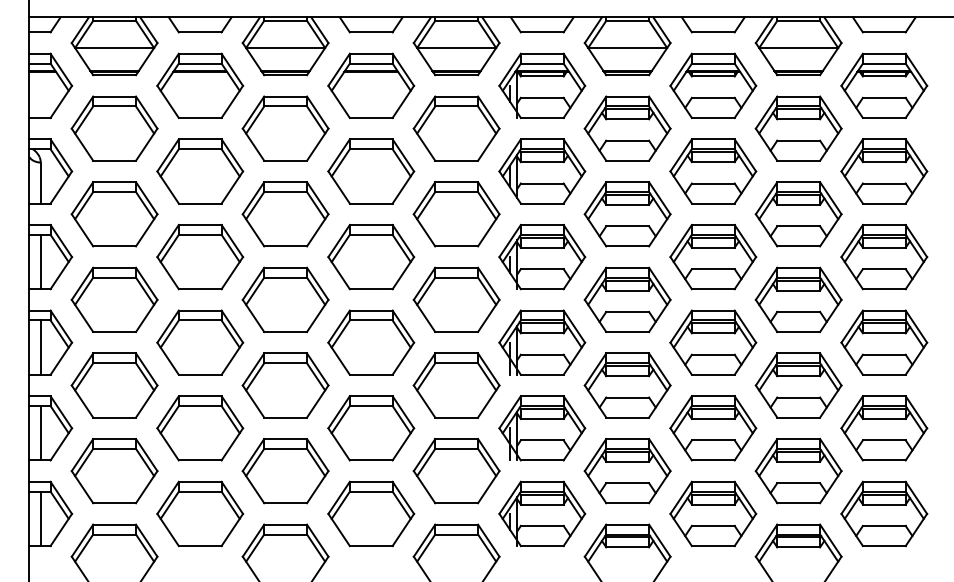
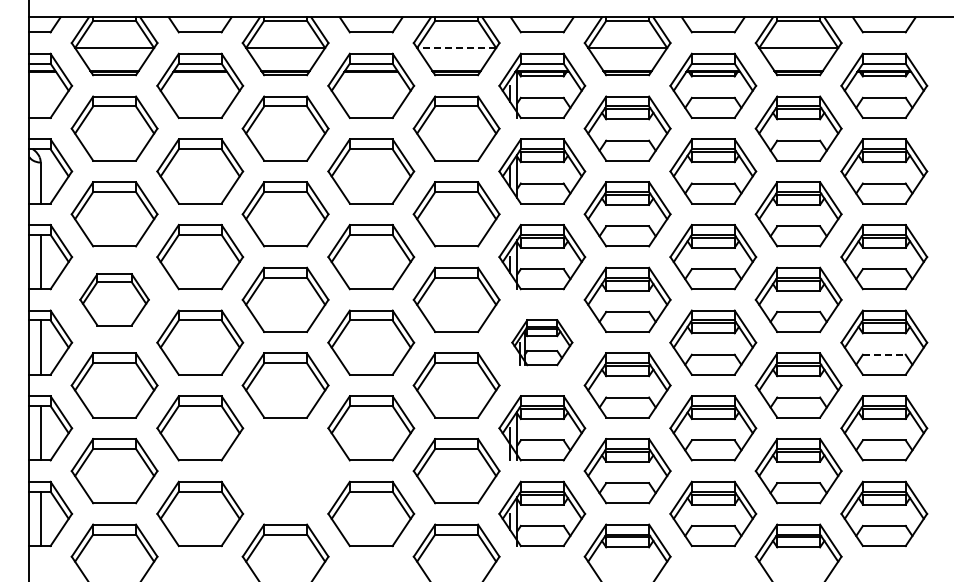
line at (456, 48): solid -> dashed
part at (114, 299) size: 89x67 px -> 71x54 px
part at (542, 342) size: 89x67 px -> 63x48 px
line at (884, 354): solid -> dashed
part at (285, 471): present -> none
